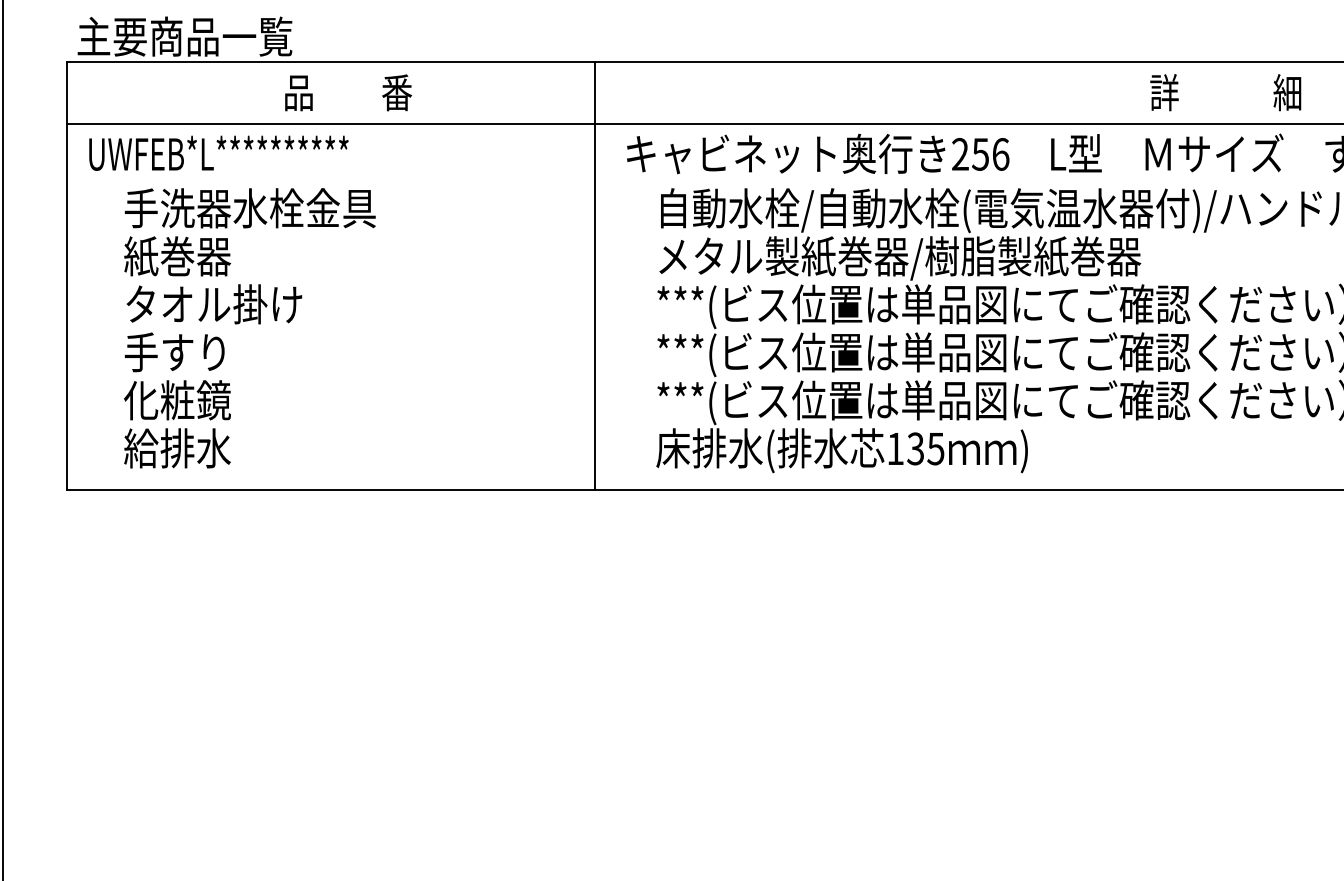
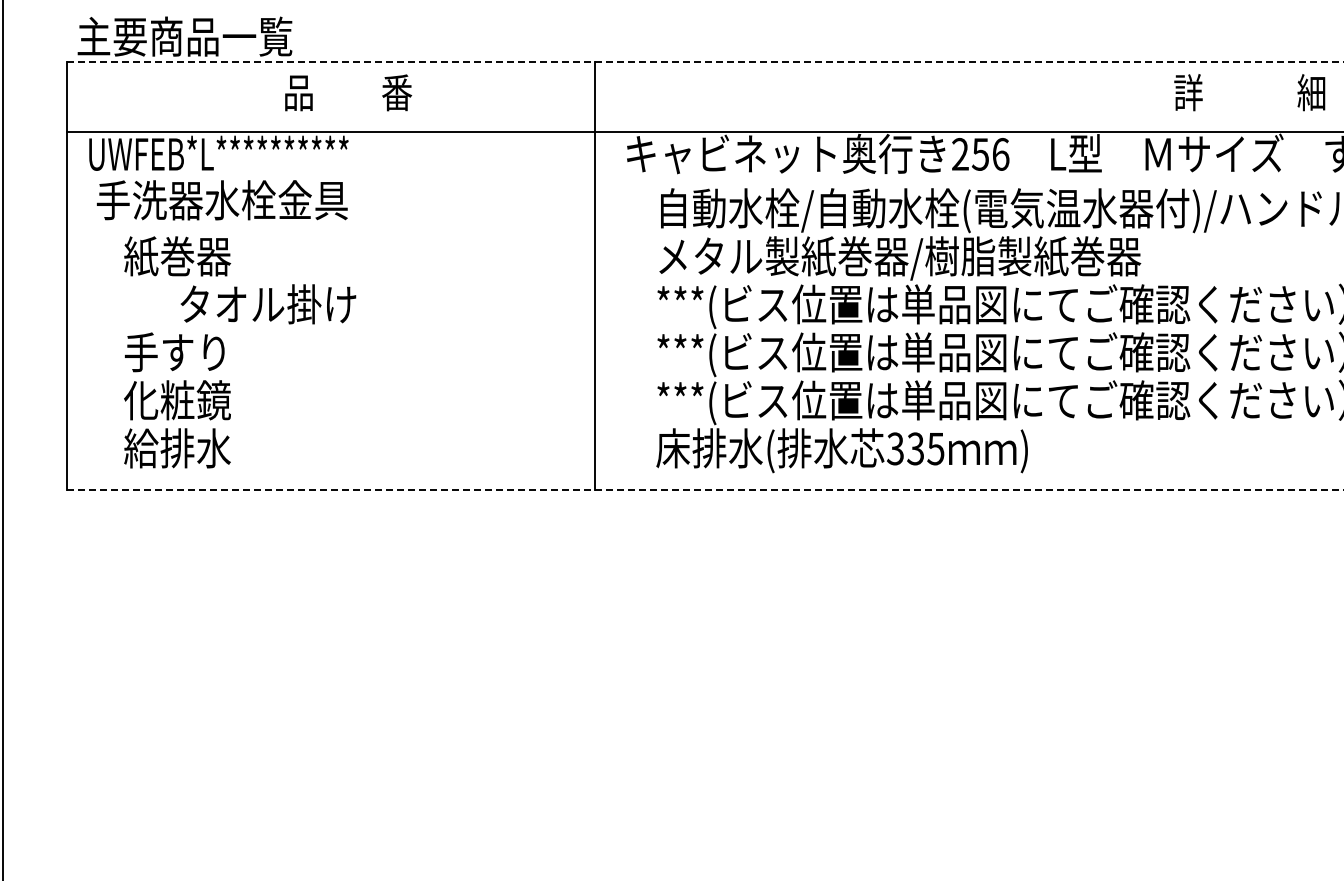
line at (705, 62): solid -> dashed
text at (1225, 92) position: (1225, 92) -> (1249, 92)
line at (703, 123) position: (703, 123) -> (703, 131)
text at (250, 208) position: (250, 208) -> (222, 200)
text at (214, 304) position: (214, 304) -> (268, 304)
text at (895, 448): 135 -> 335
line at (705, 490): solid -> dashed
